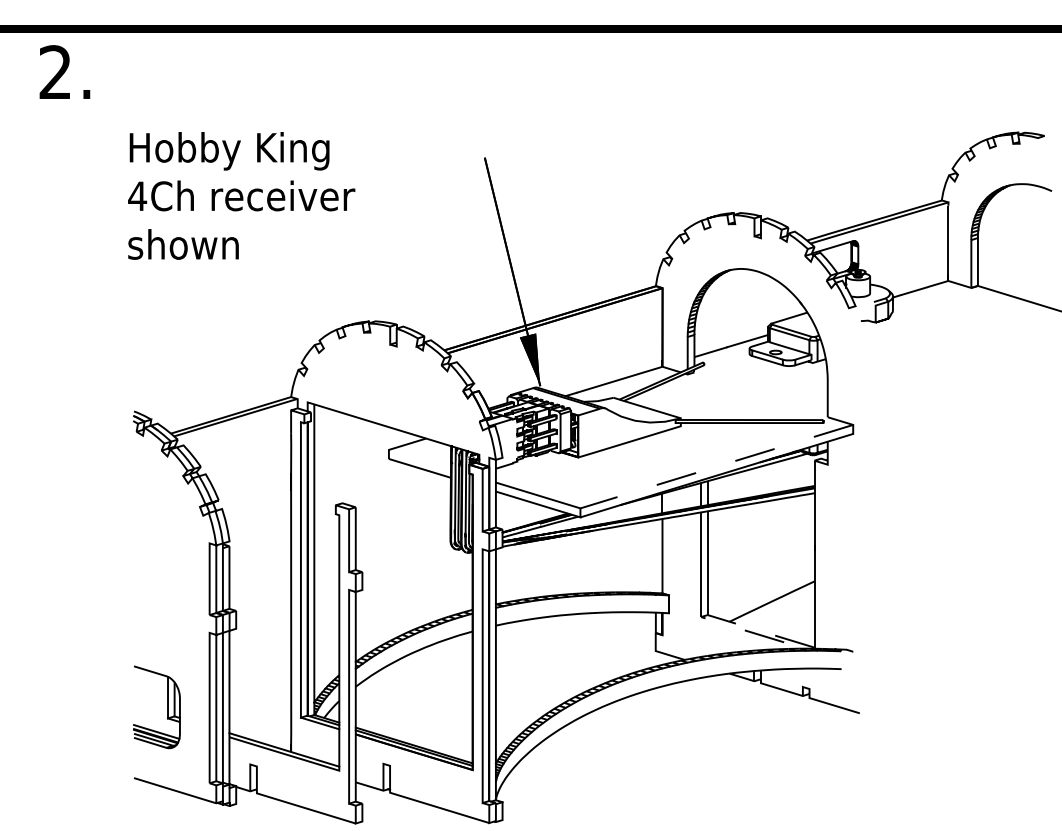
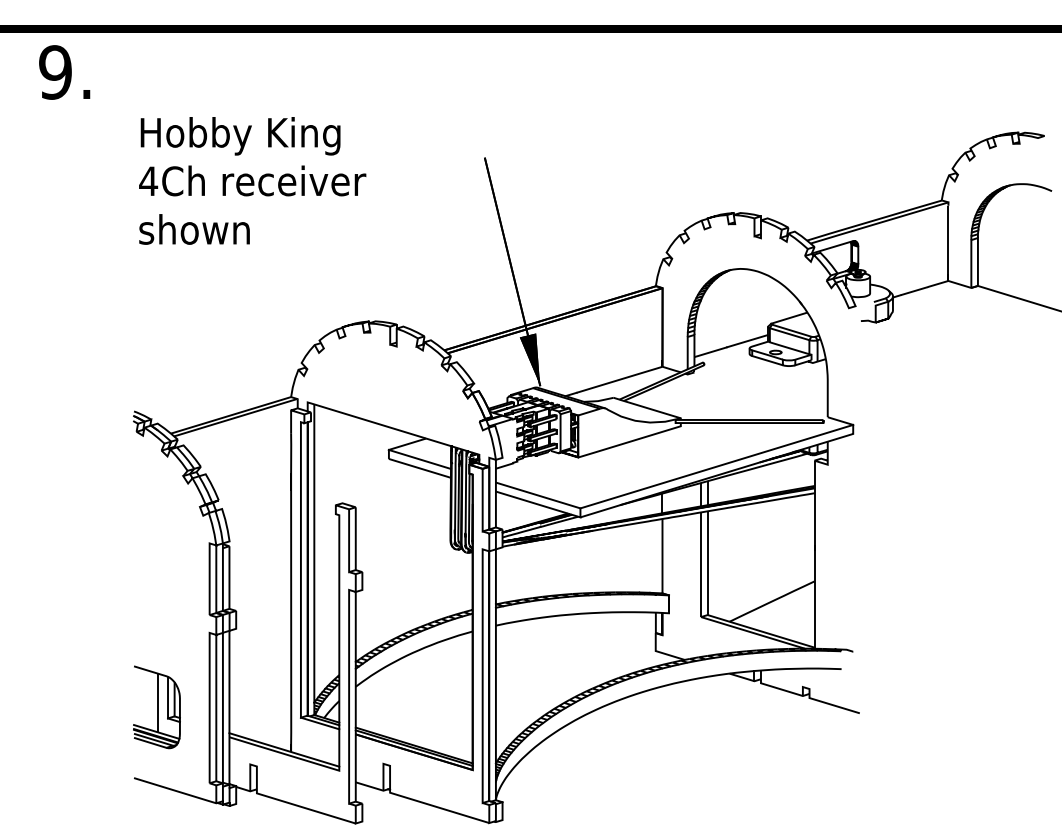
text at (55, 72): 2. -> 9.
text at (241, 195) position: (241, 195) -> (252, 180)
line at (419, 458): none -> present
line at (716, 466): dashed -> solid
line at (705, 615): dashed -> solid
line at (158, 702): none -> present
